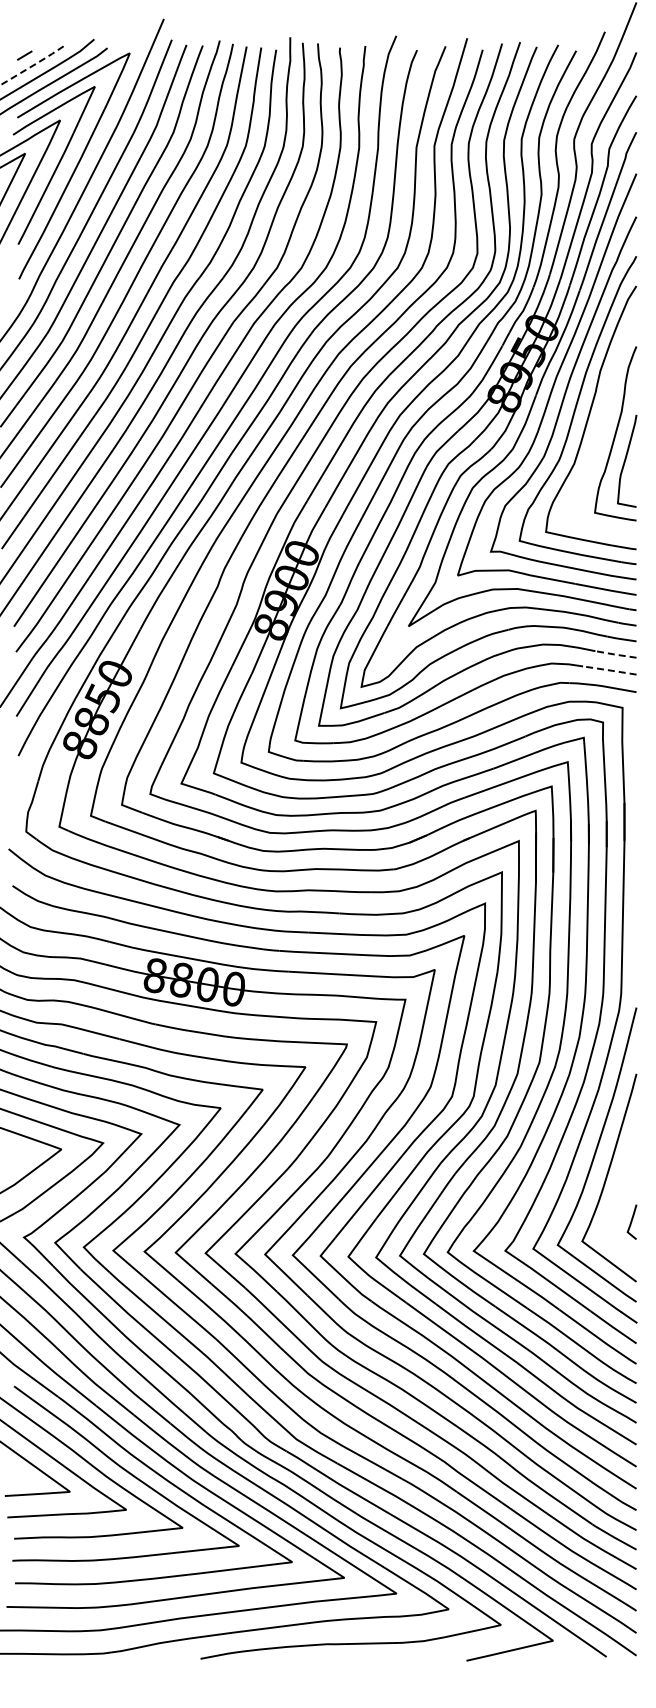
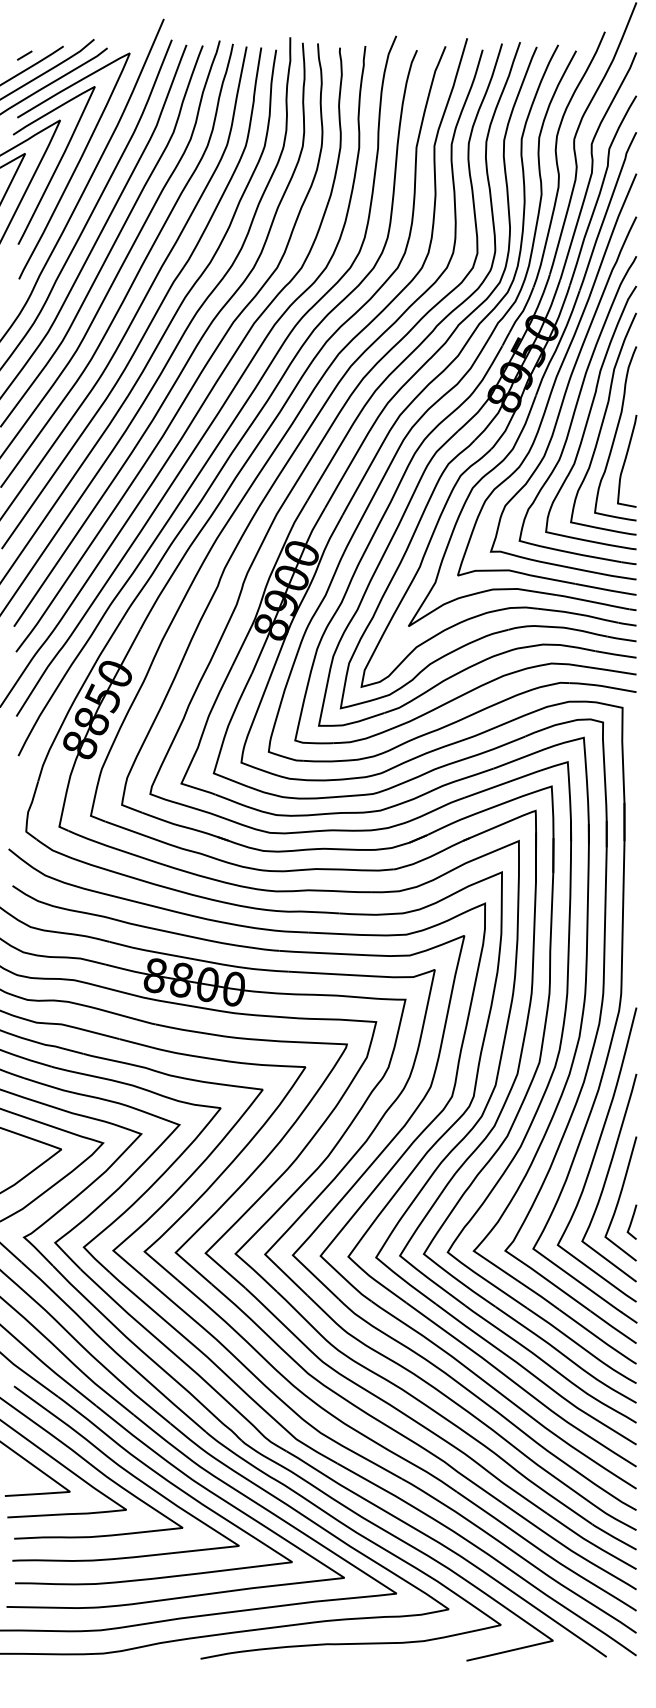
line at (32, 65): dashed -> solid
curve at (603, 423): none -> present
line at (615, 654): dashed -> solid
line at (609, 670): dashed -> solid
curve at (620, 1198): none -> present
